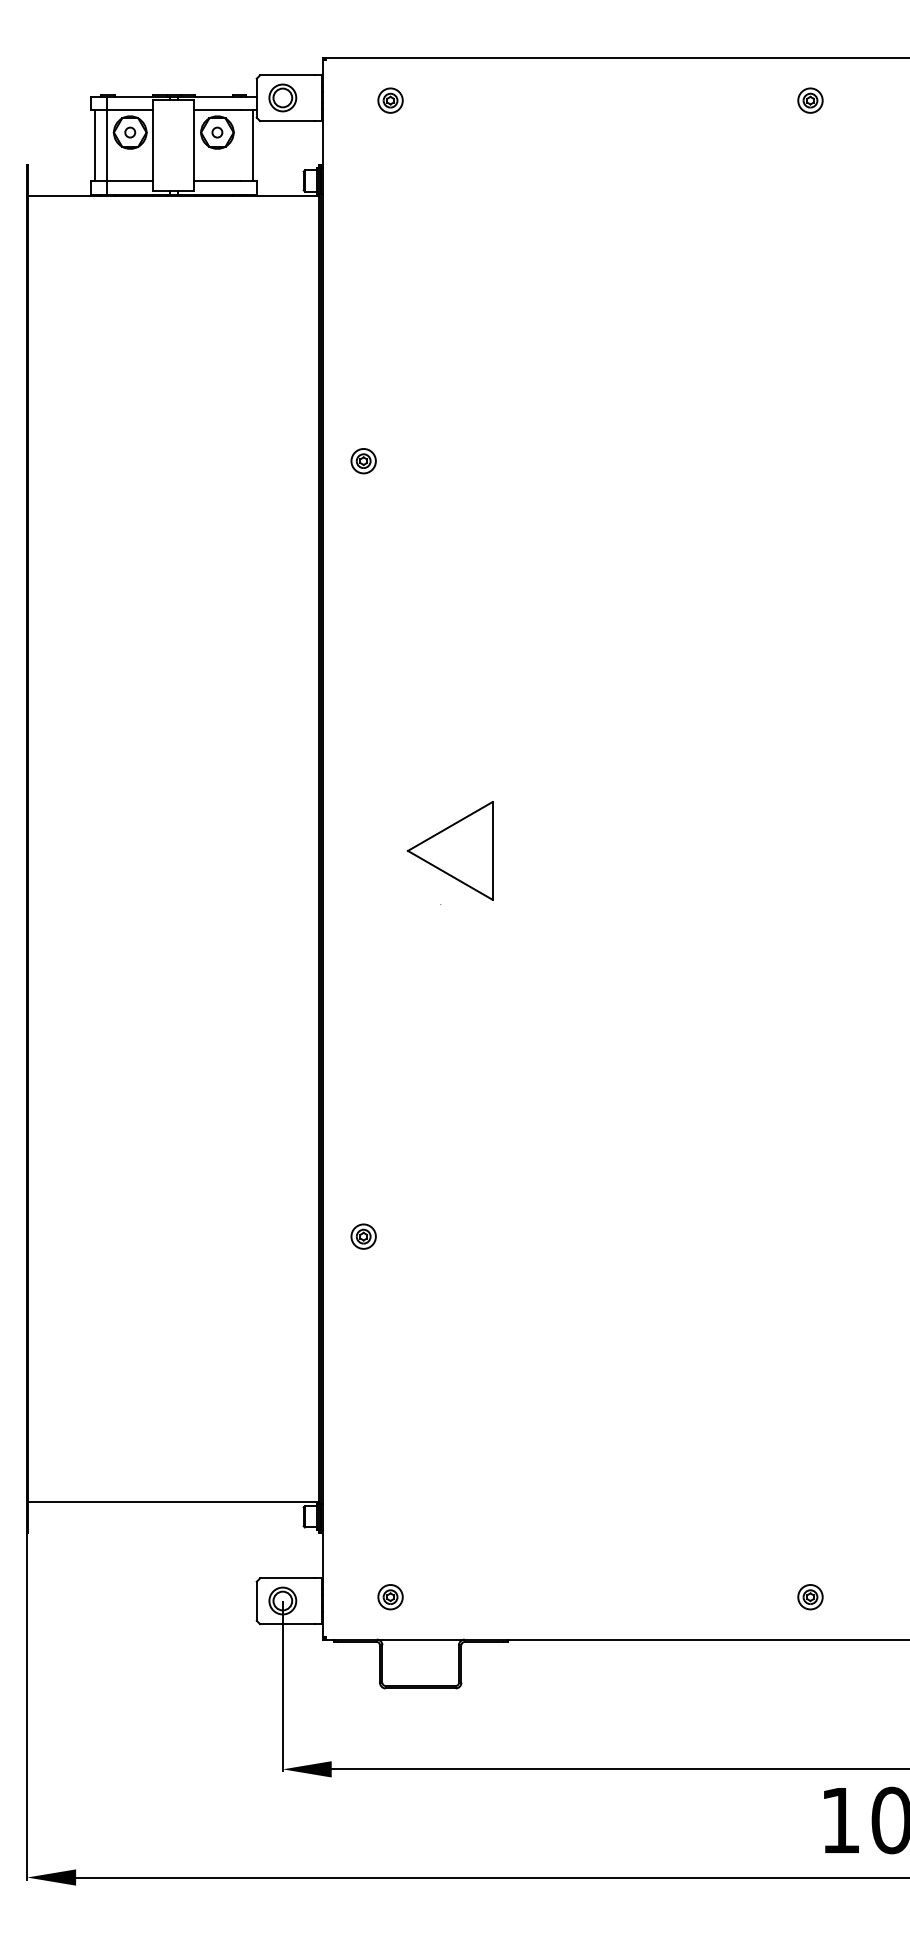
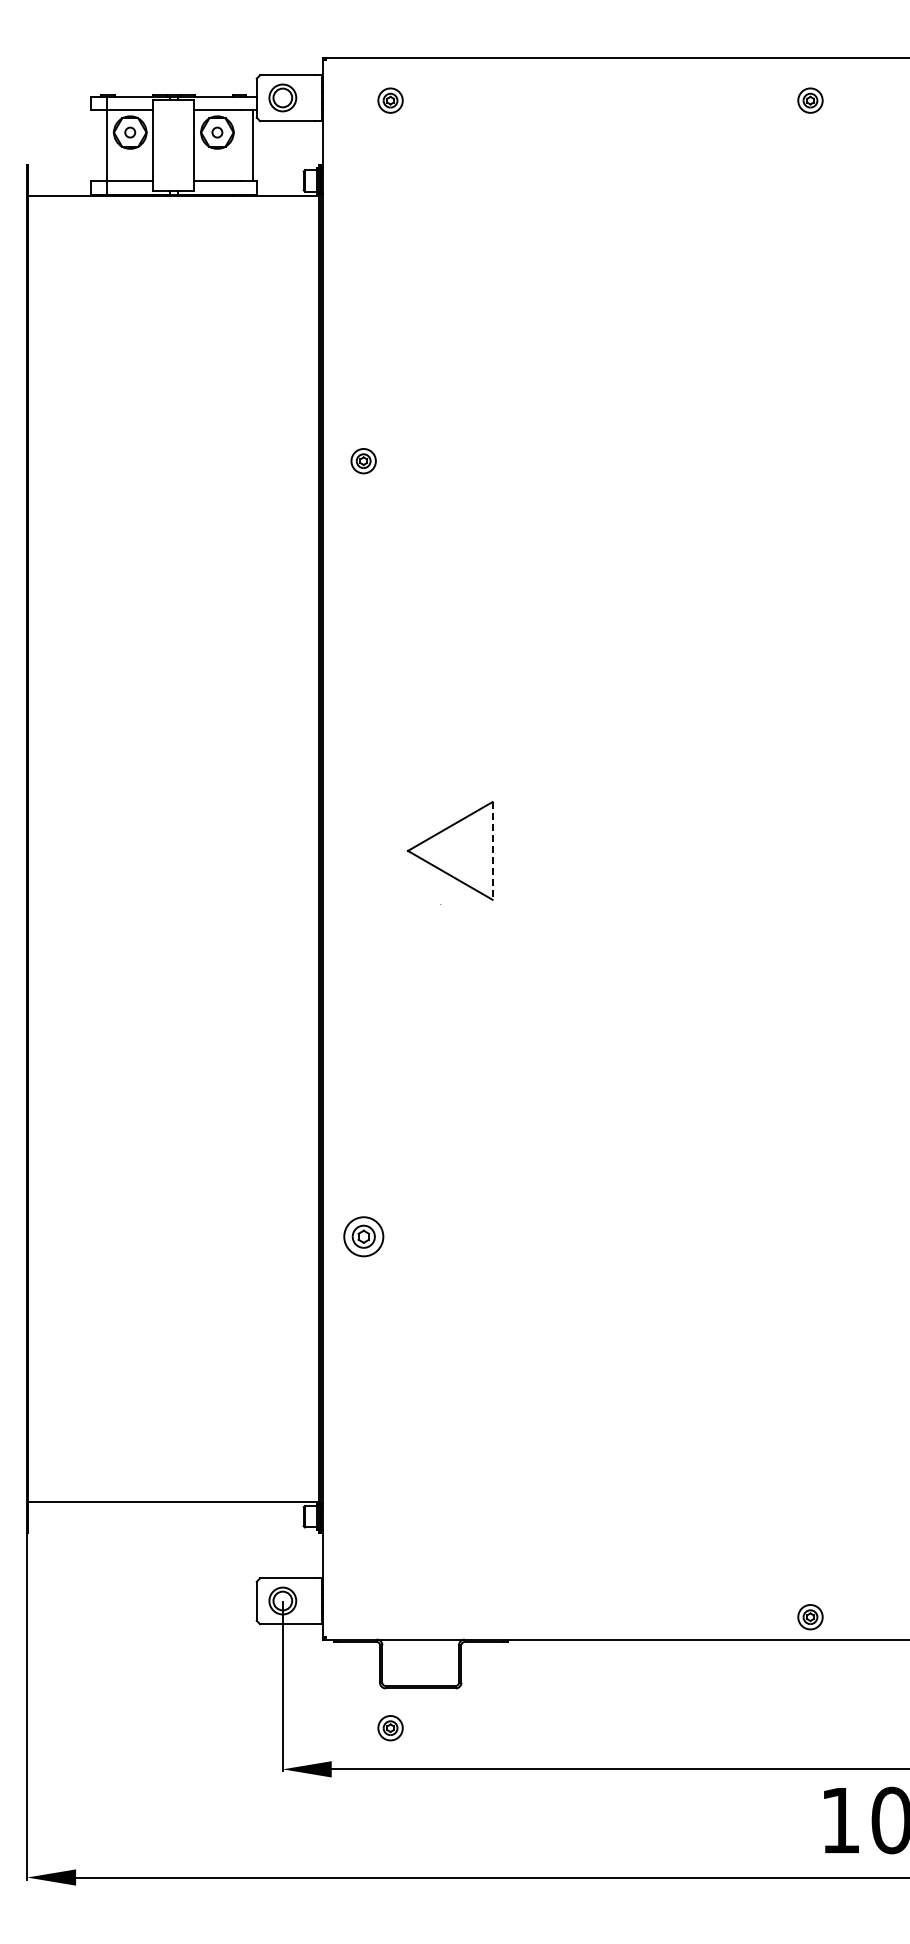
line at (94, 145): present -> none
line at (492, 850): solid -> dashed
part at (363, 1236) size: 27x27 px -> 42x42 px
part at (390, 1597) position: (390, 1597) -> (390, 1728)
part at (810, 1597) position: (810, 1597) -> (810, 1617)
